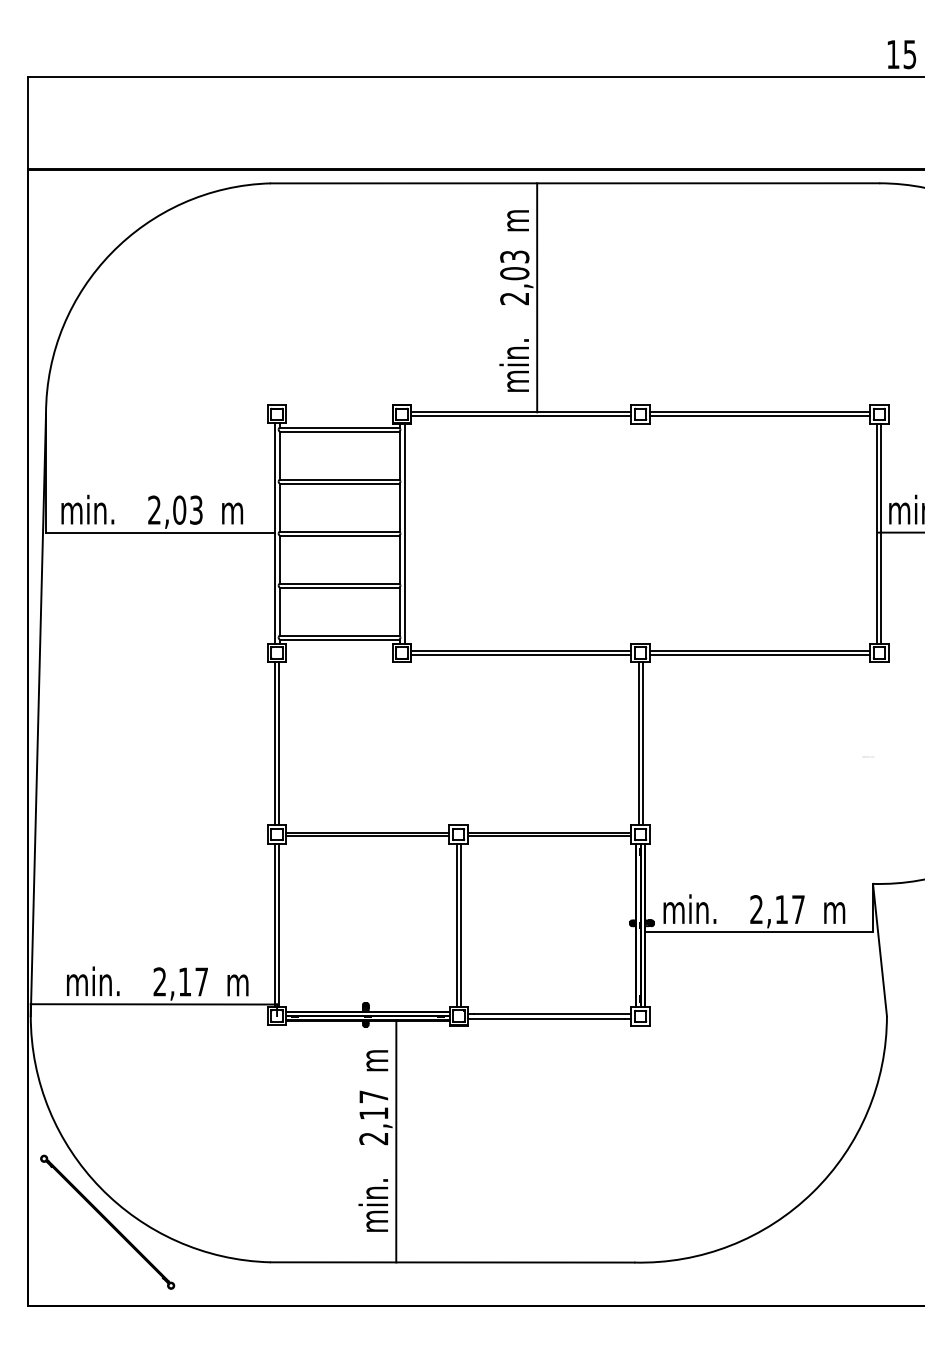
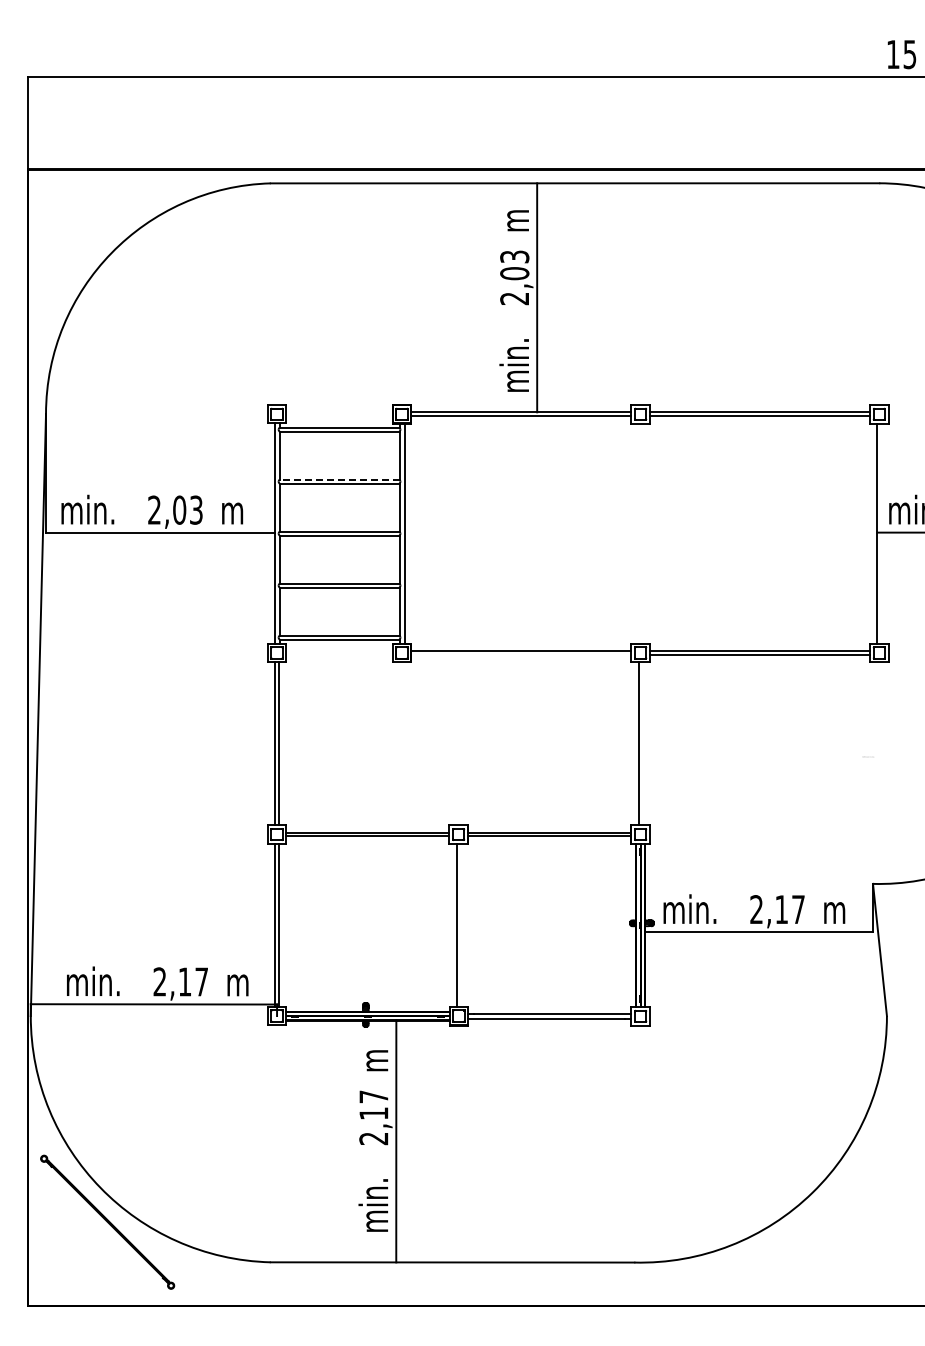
line at (339, 479): solid -> dashed
line at (881, 533): present -> none
line at (521, 654): present -> none
line at (642, 743): present -> none
line at (460, 924): present -> none
